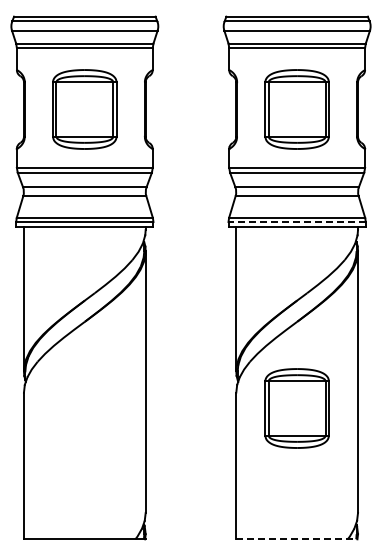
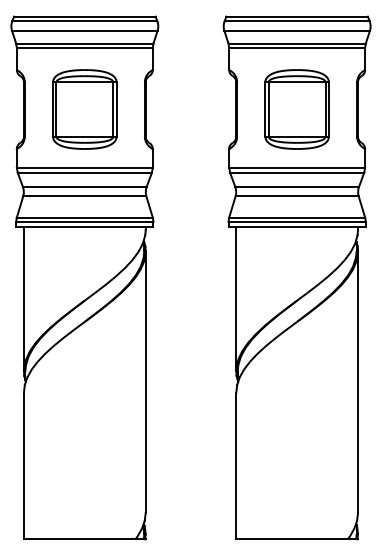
line at (297, 222): dashed -> solid
part at (296, 408): present -> none
line at (297, 539): dashed -> solid
